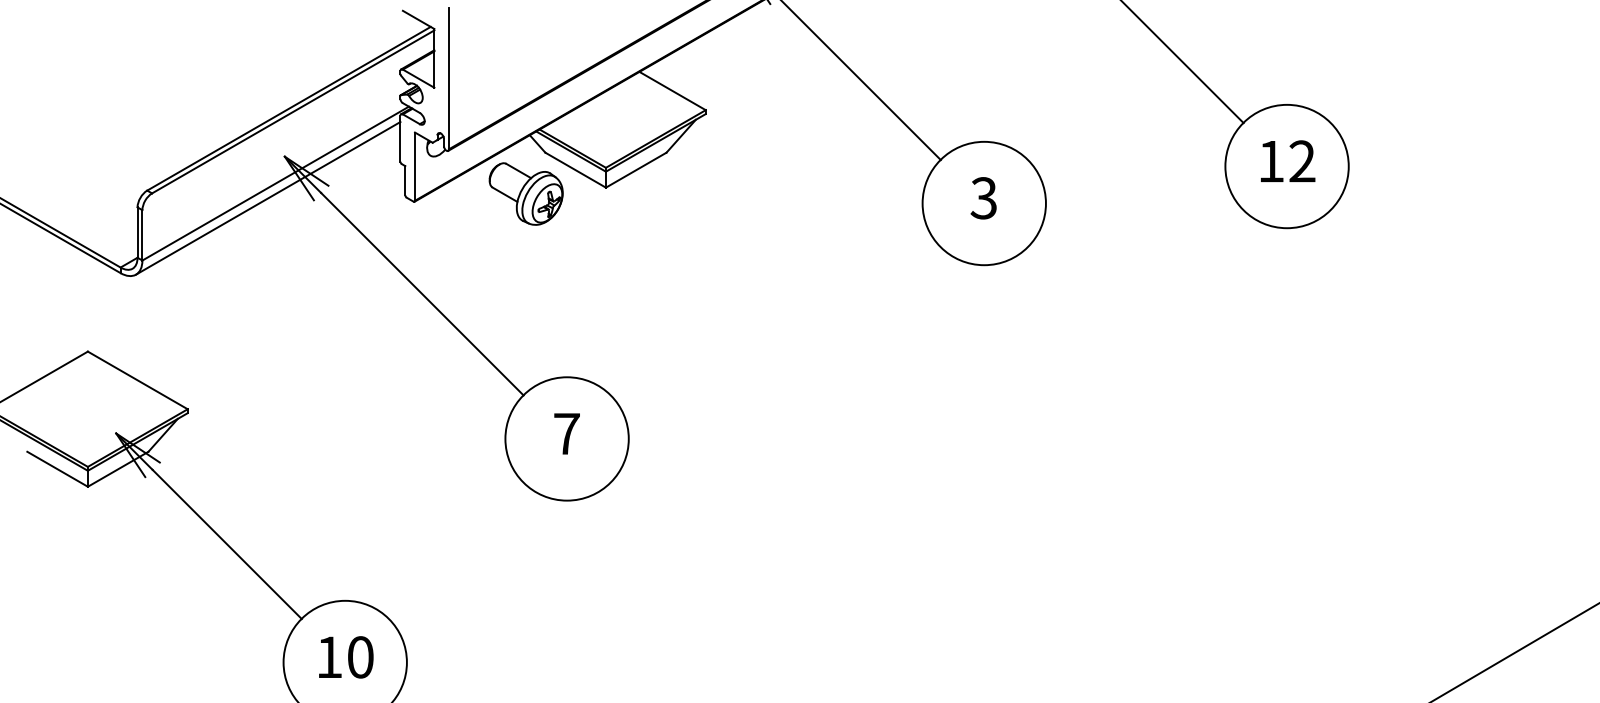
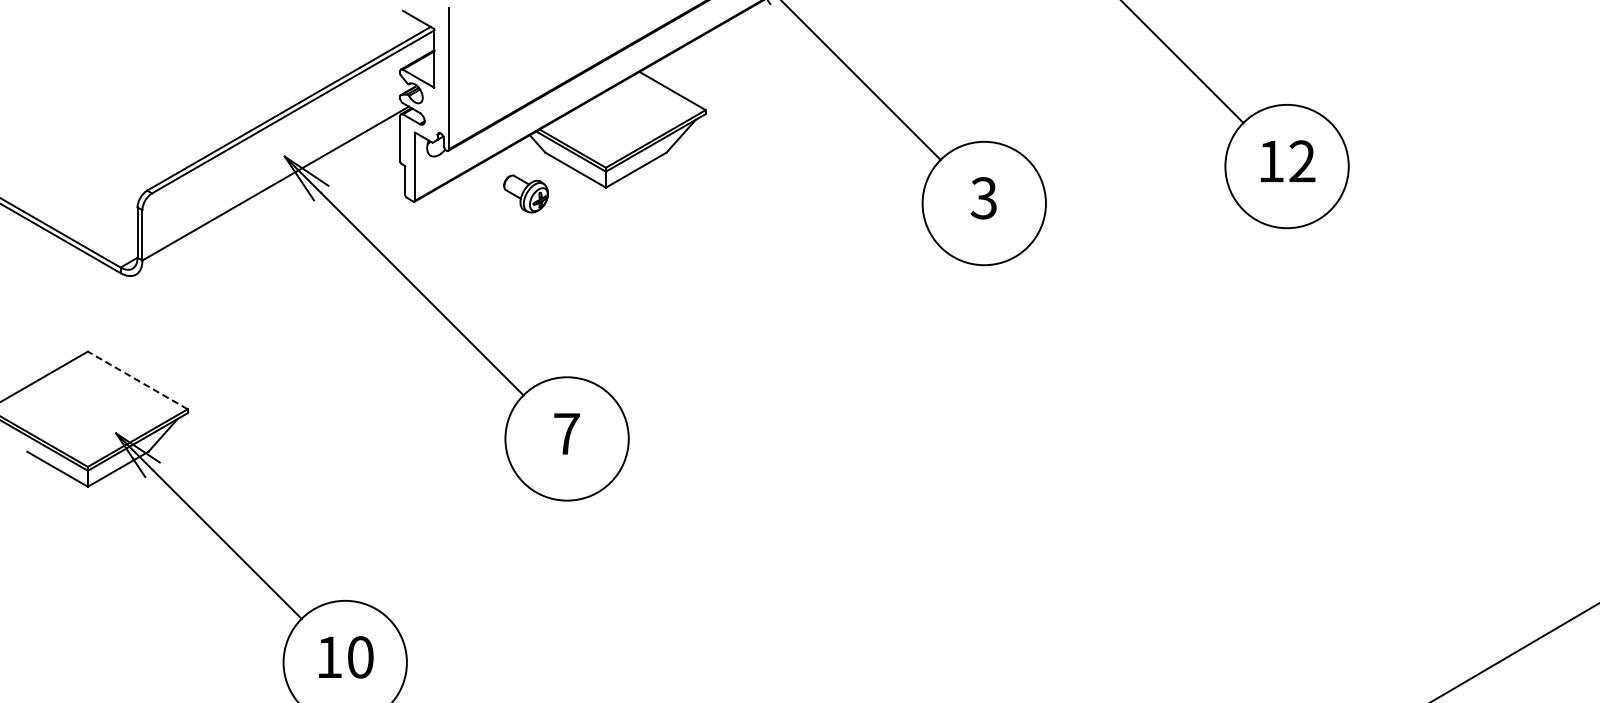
part at (525, 193) size: 76x64 px -> 46x40 px
line at (268, 198): present -> none
line at (137, 380): solid -> dashed
